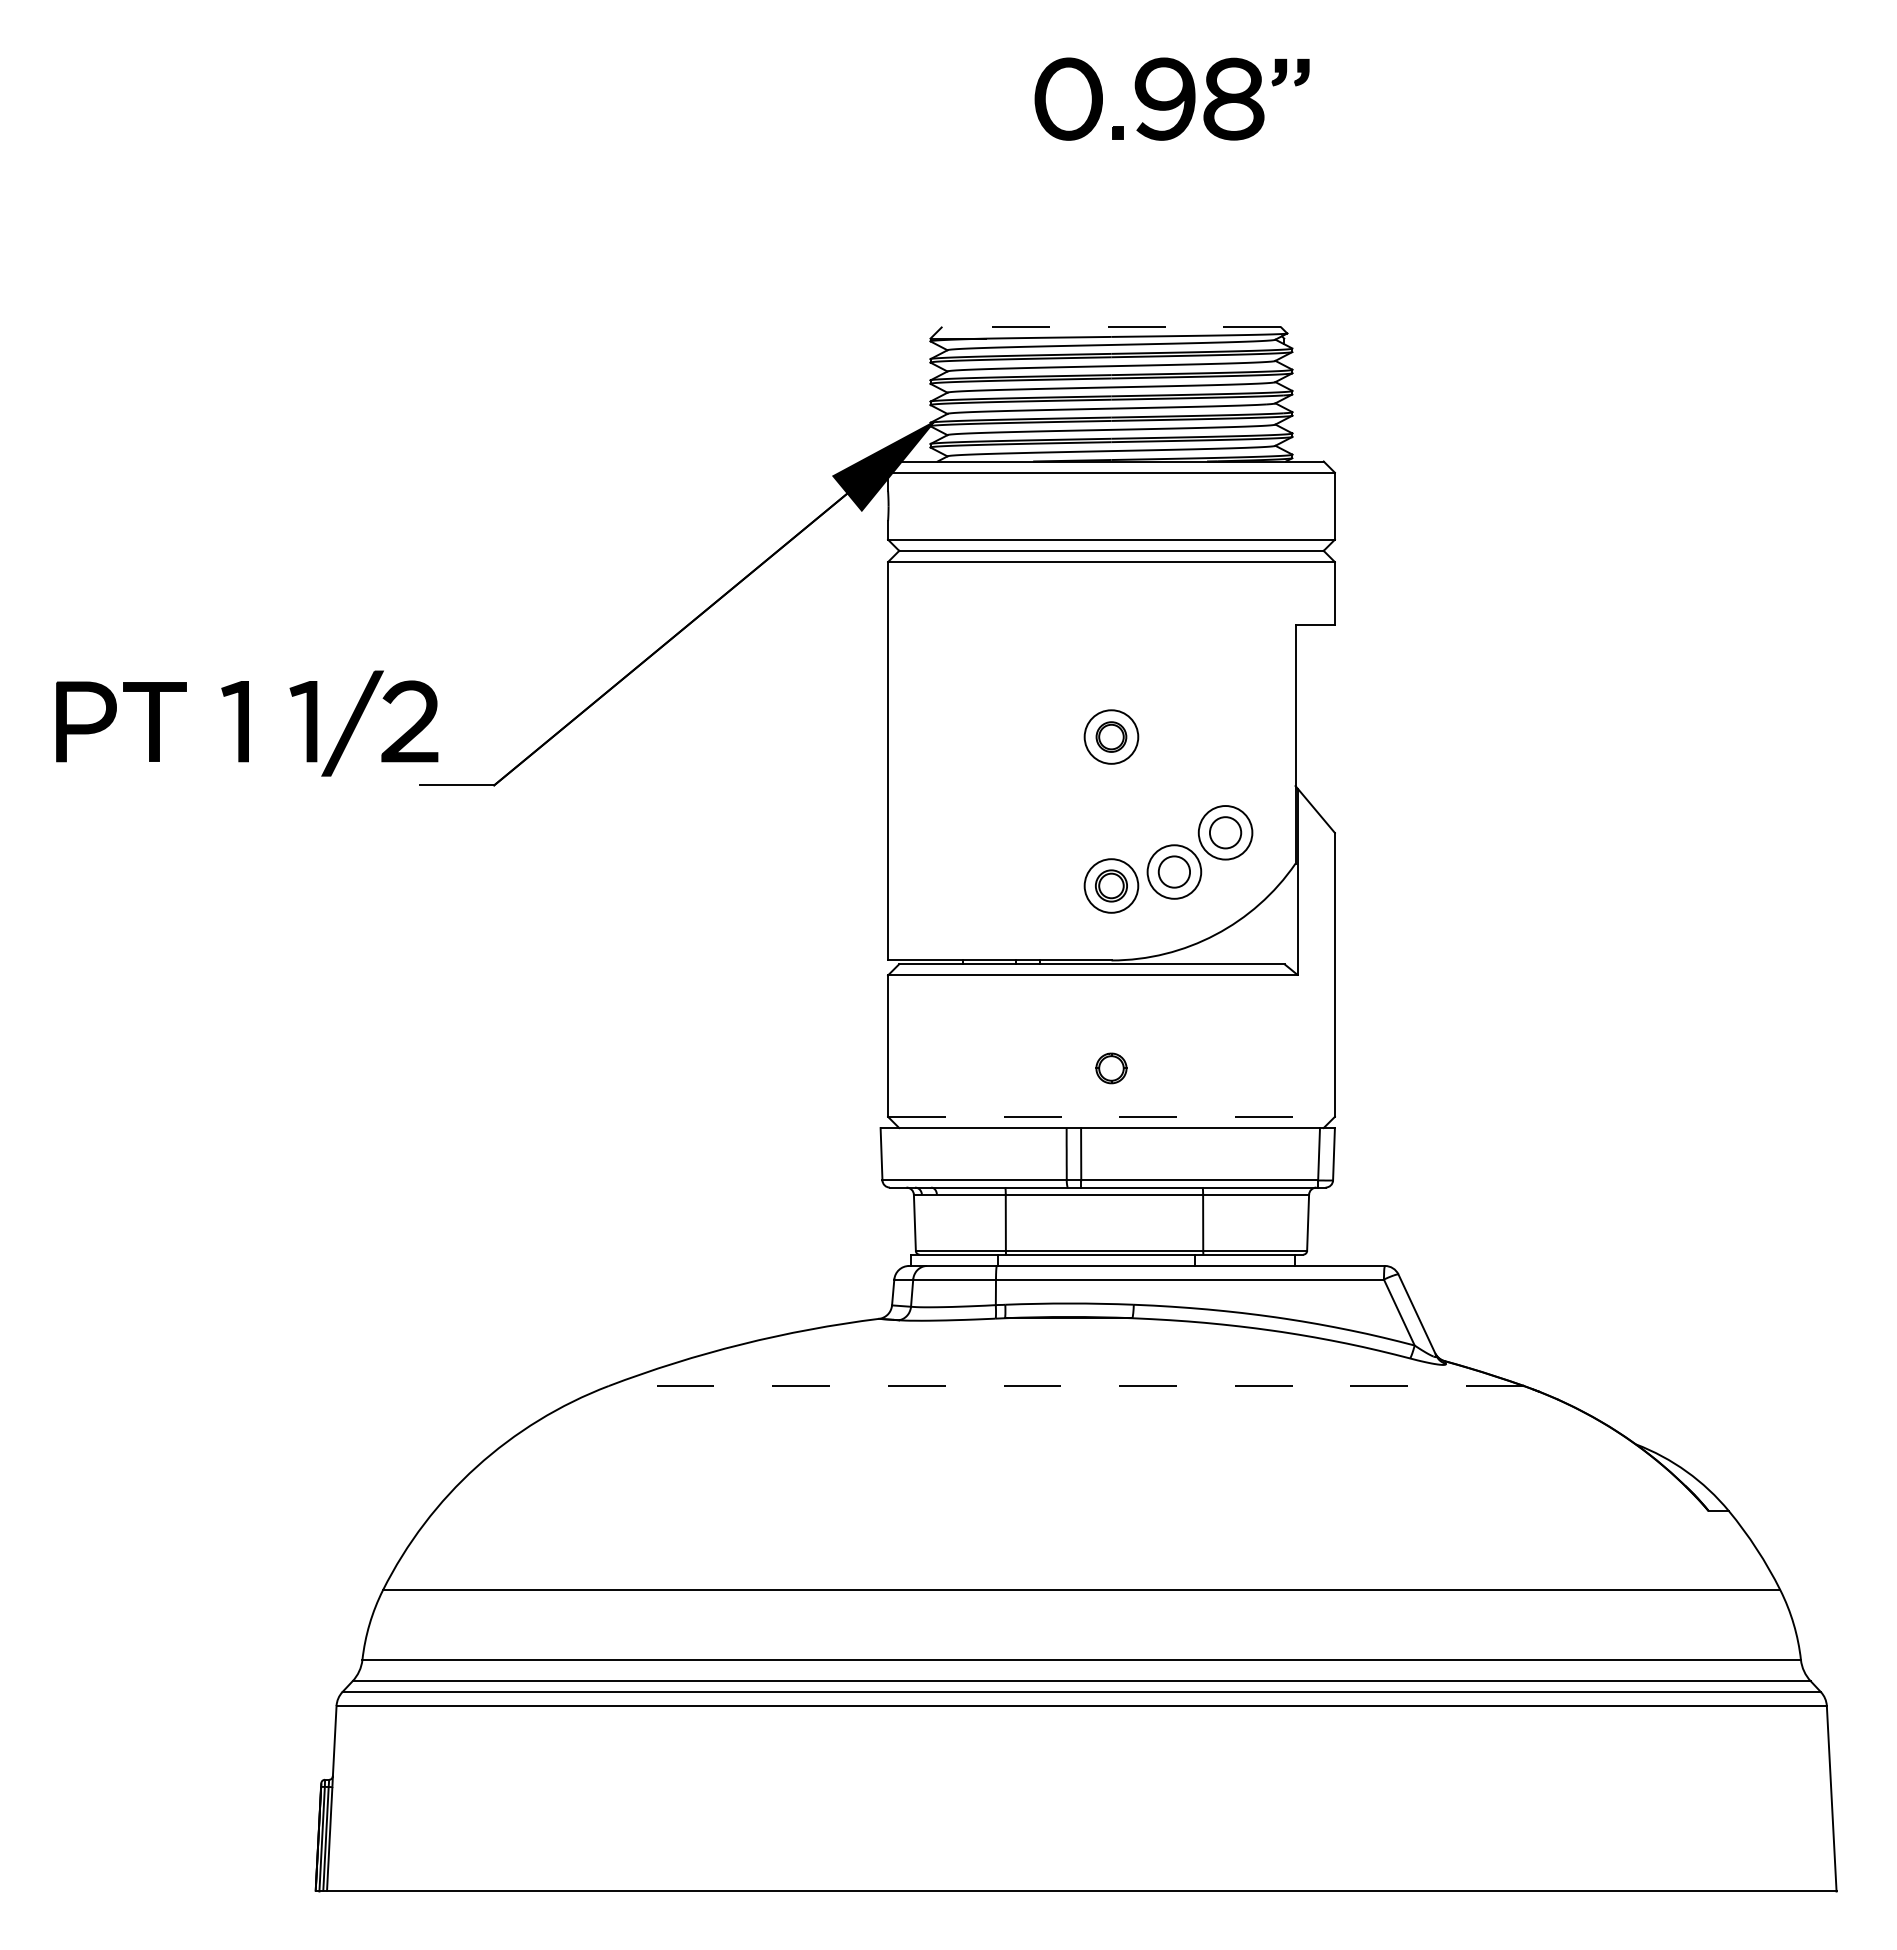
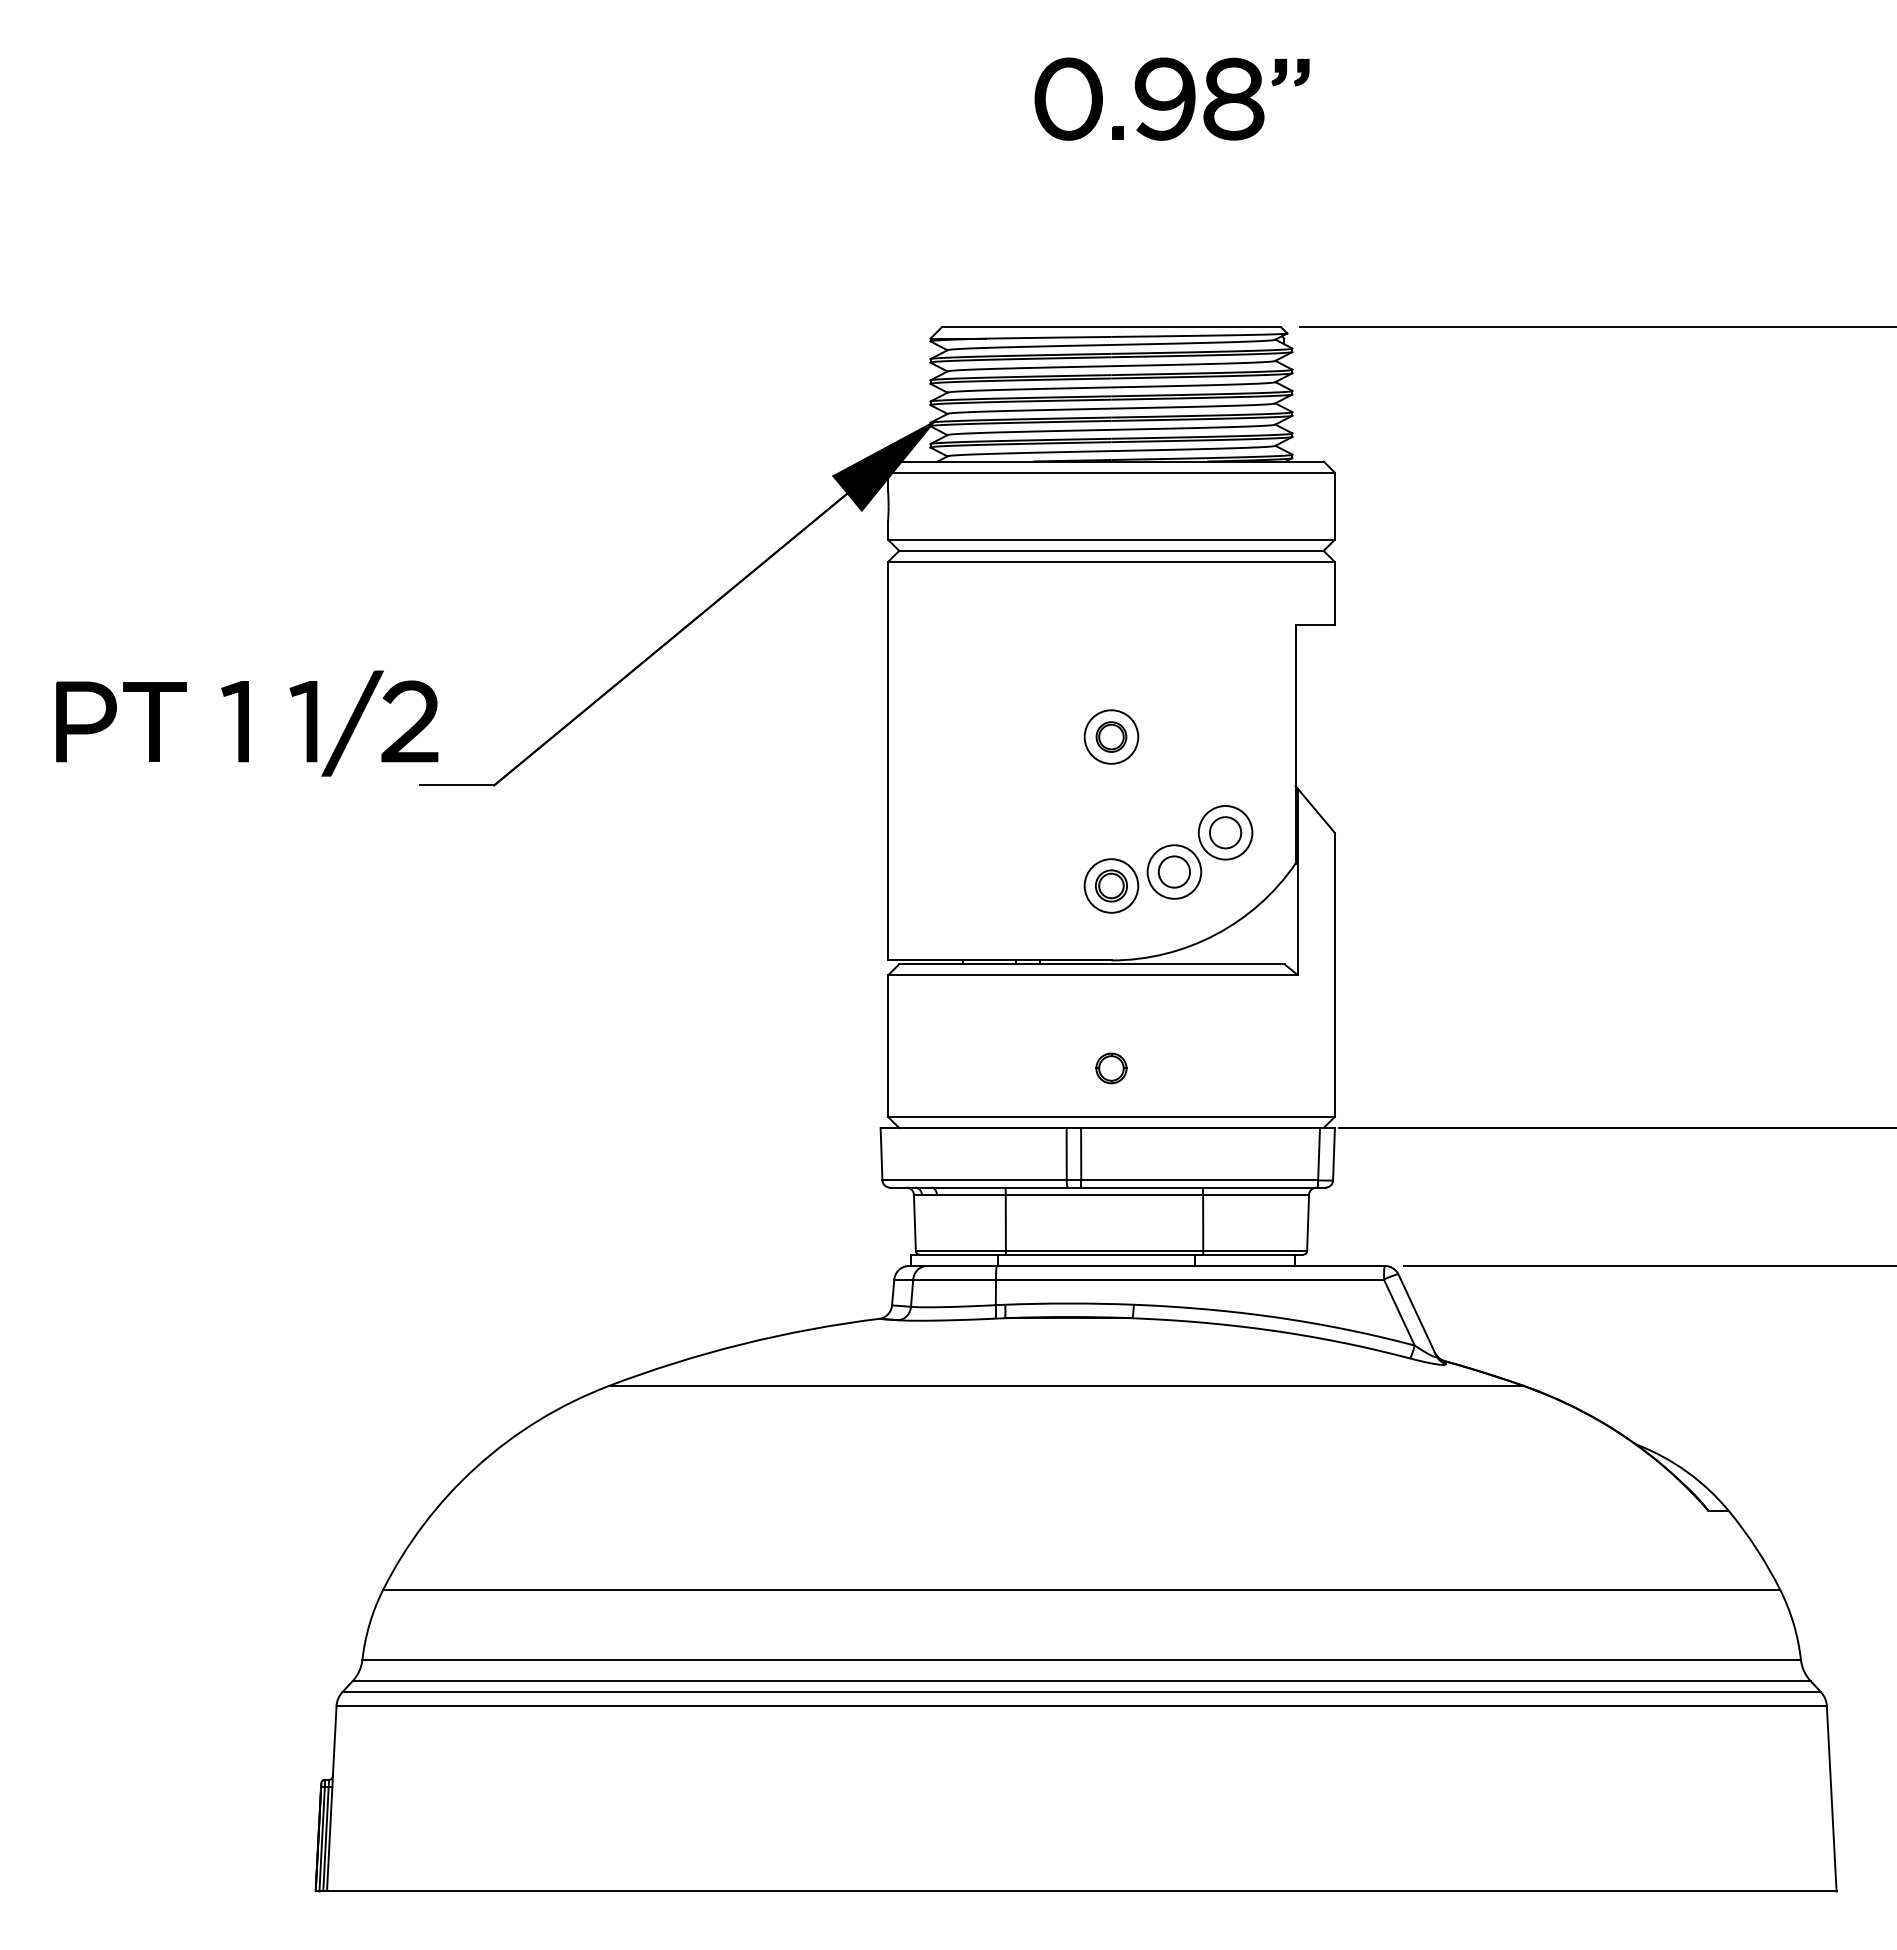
line at (1111, 327): dashed -> solid
line at (1596, 327): none -> present
line at (1112, 1116): dashed -> solid
line at (1615, 1128): none -> present
line at (1648, 1265): none -> present
line at (1065, 1386): dashed -> solid
